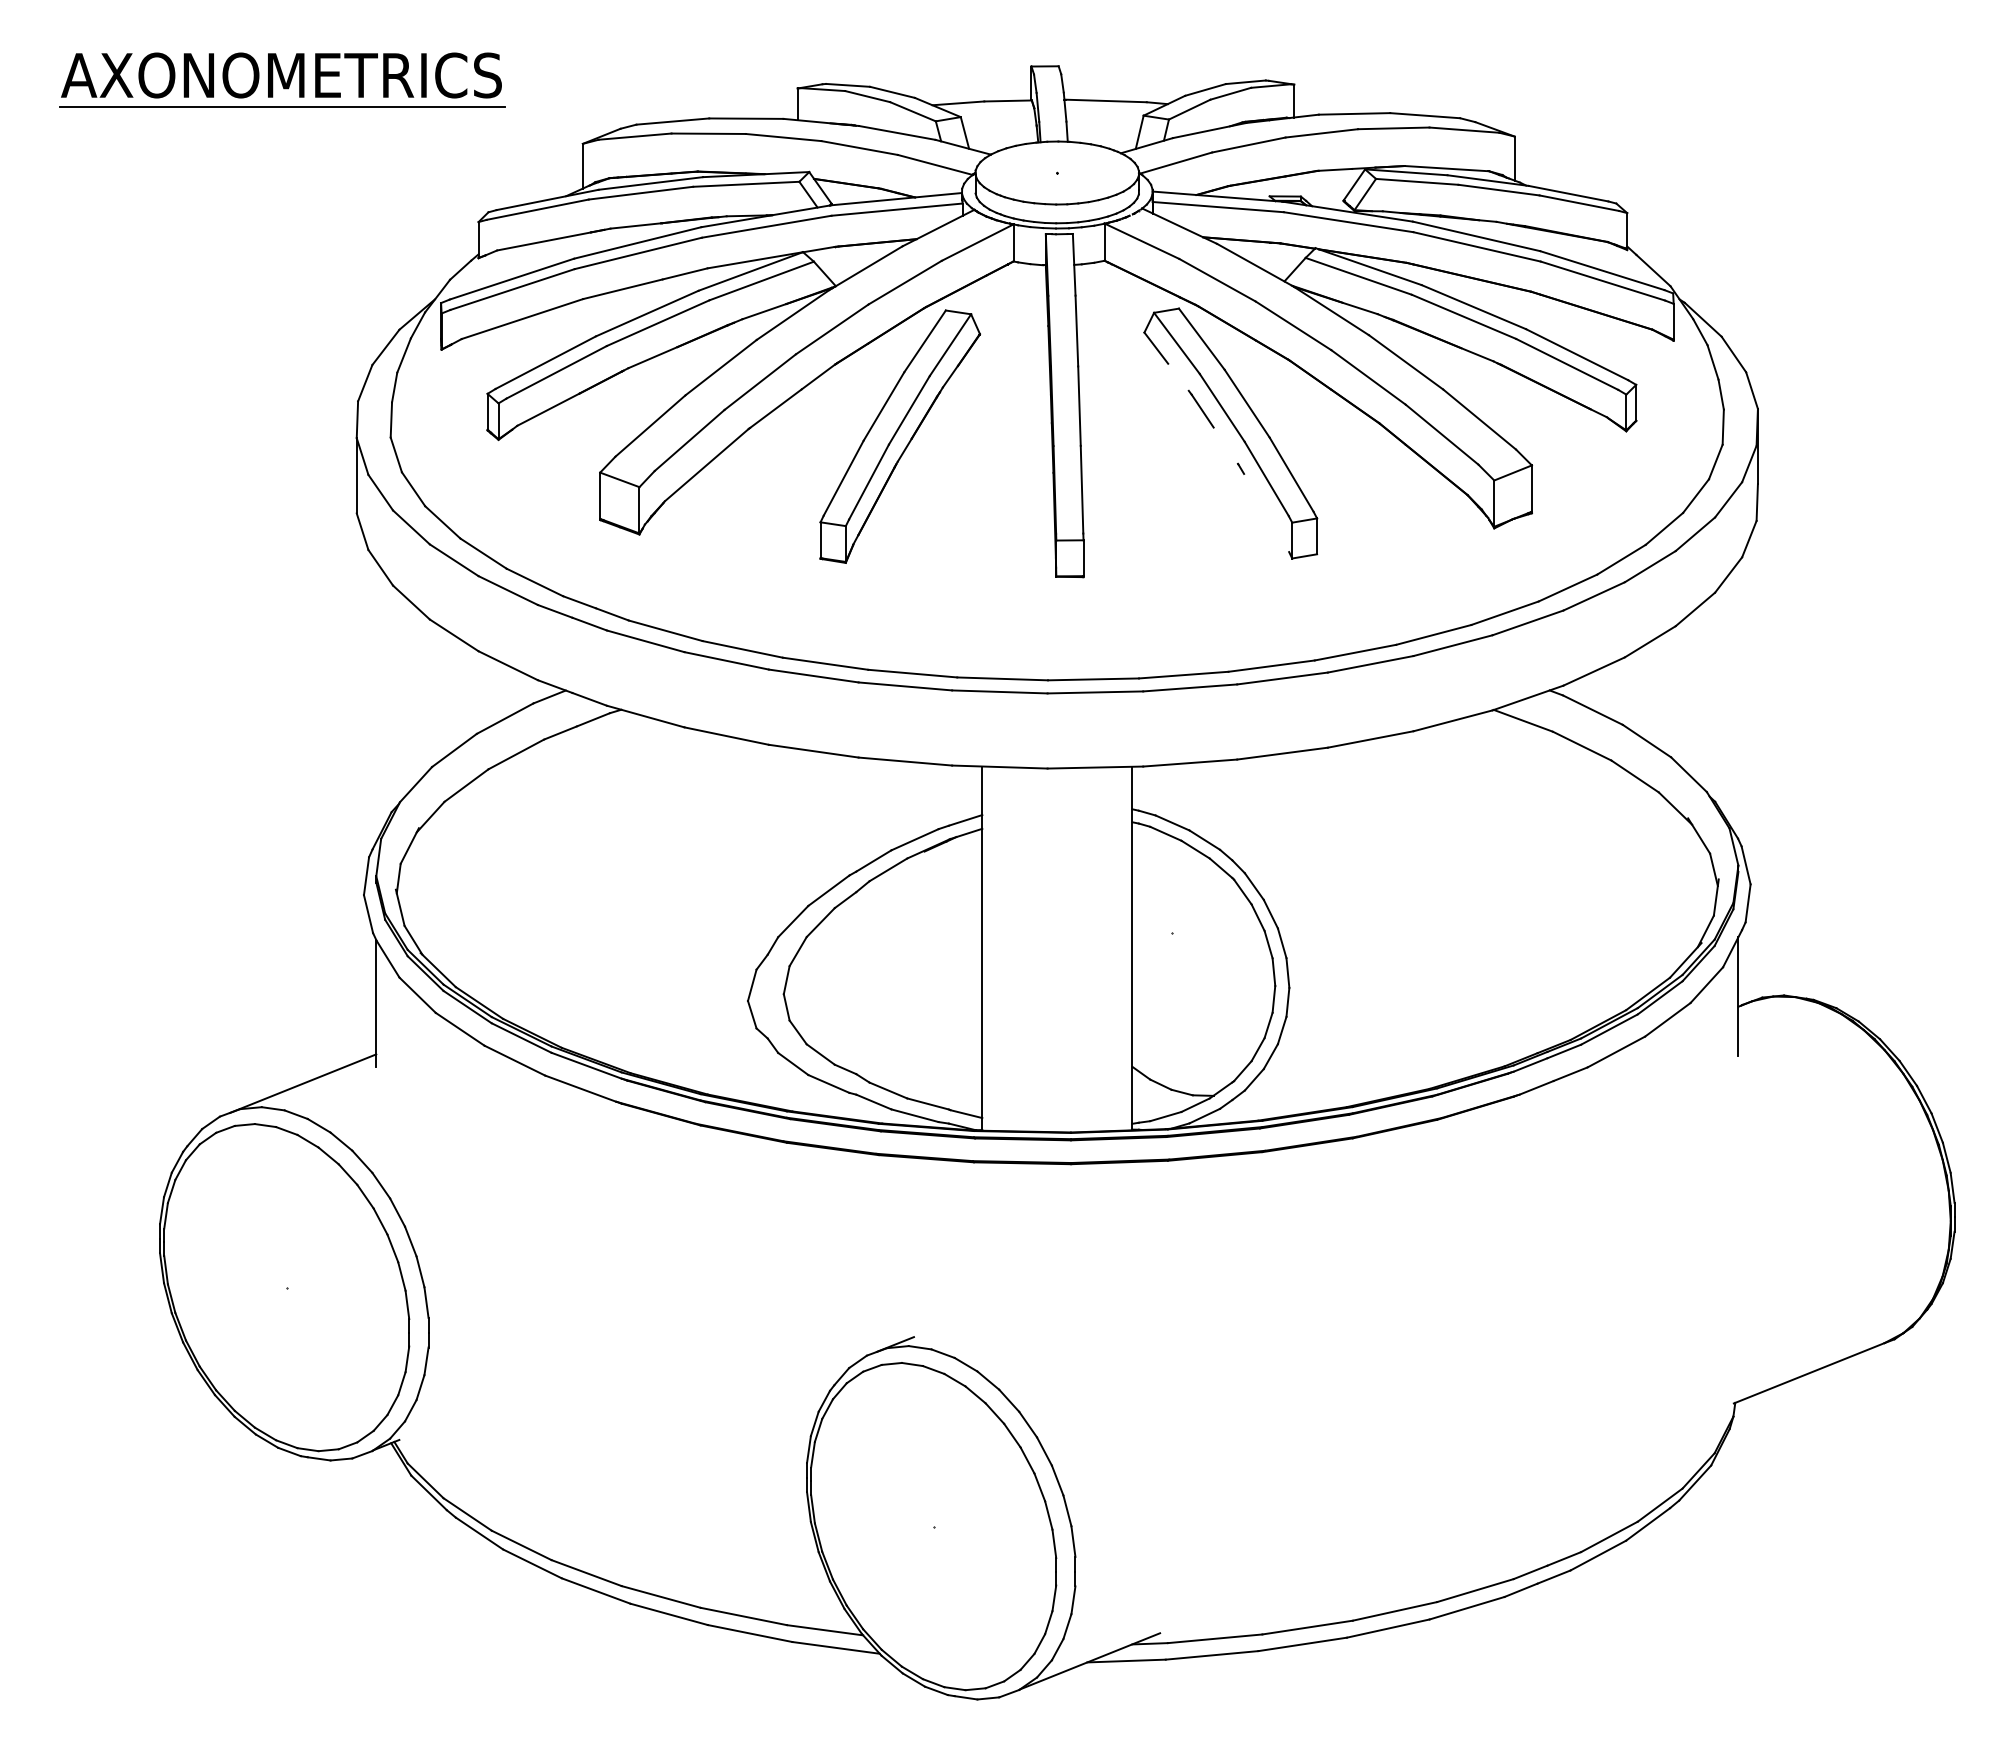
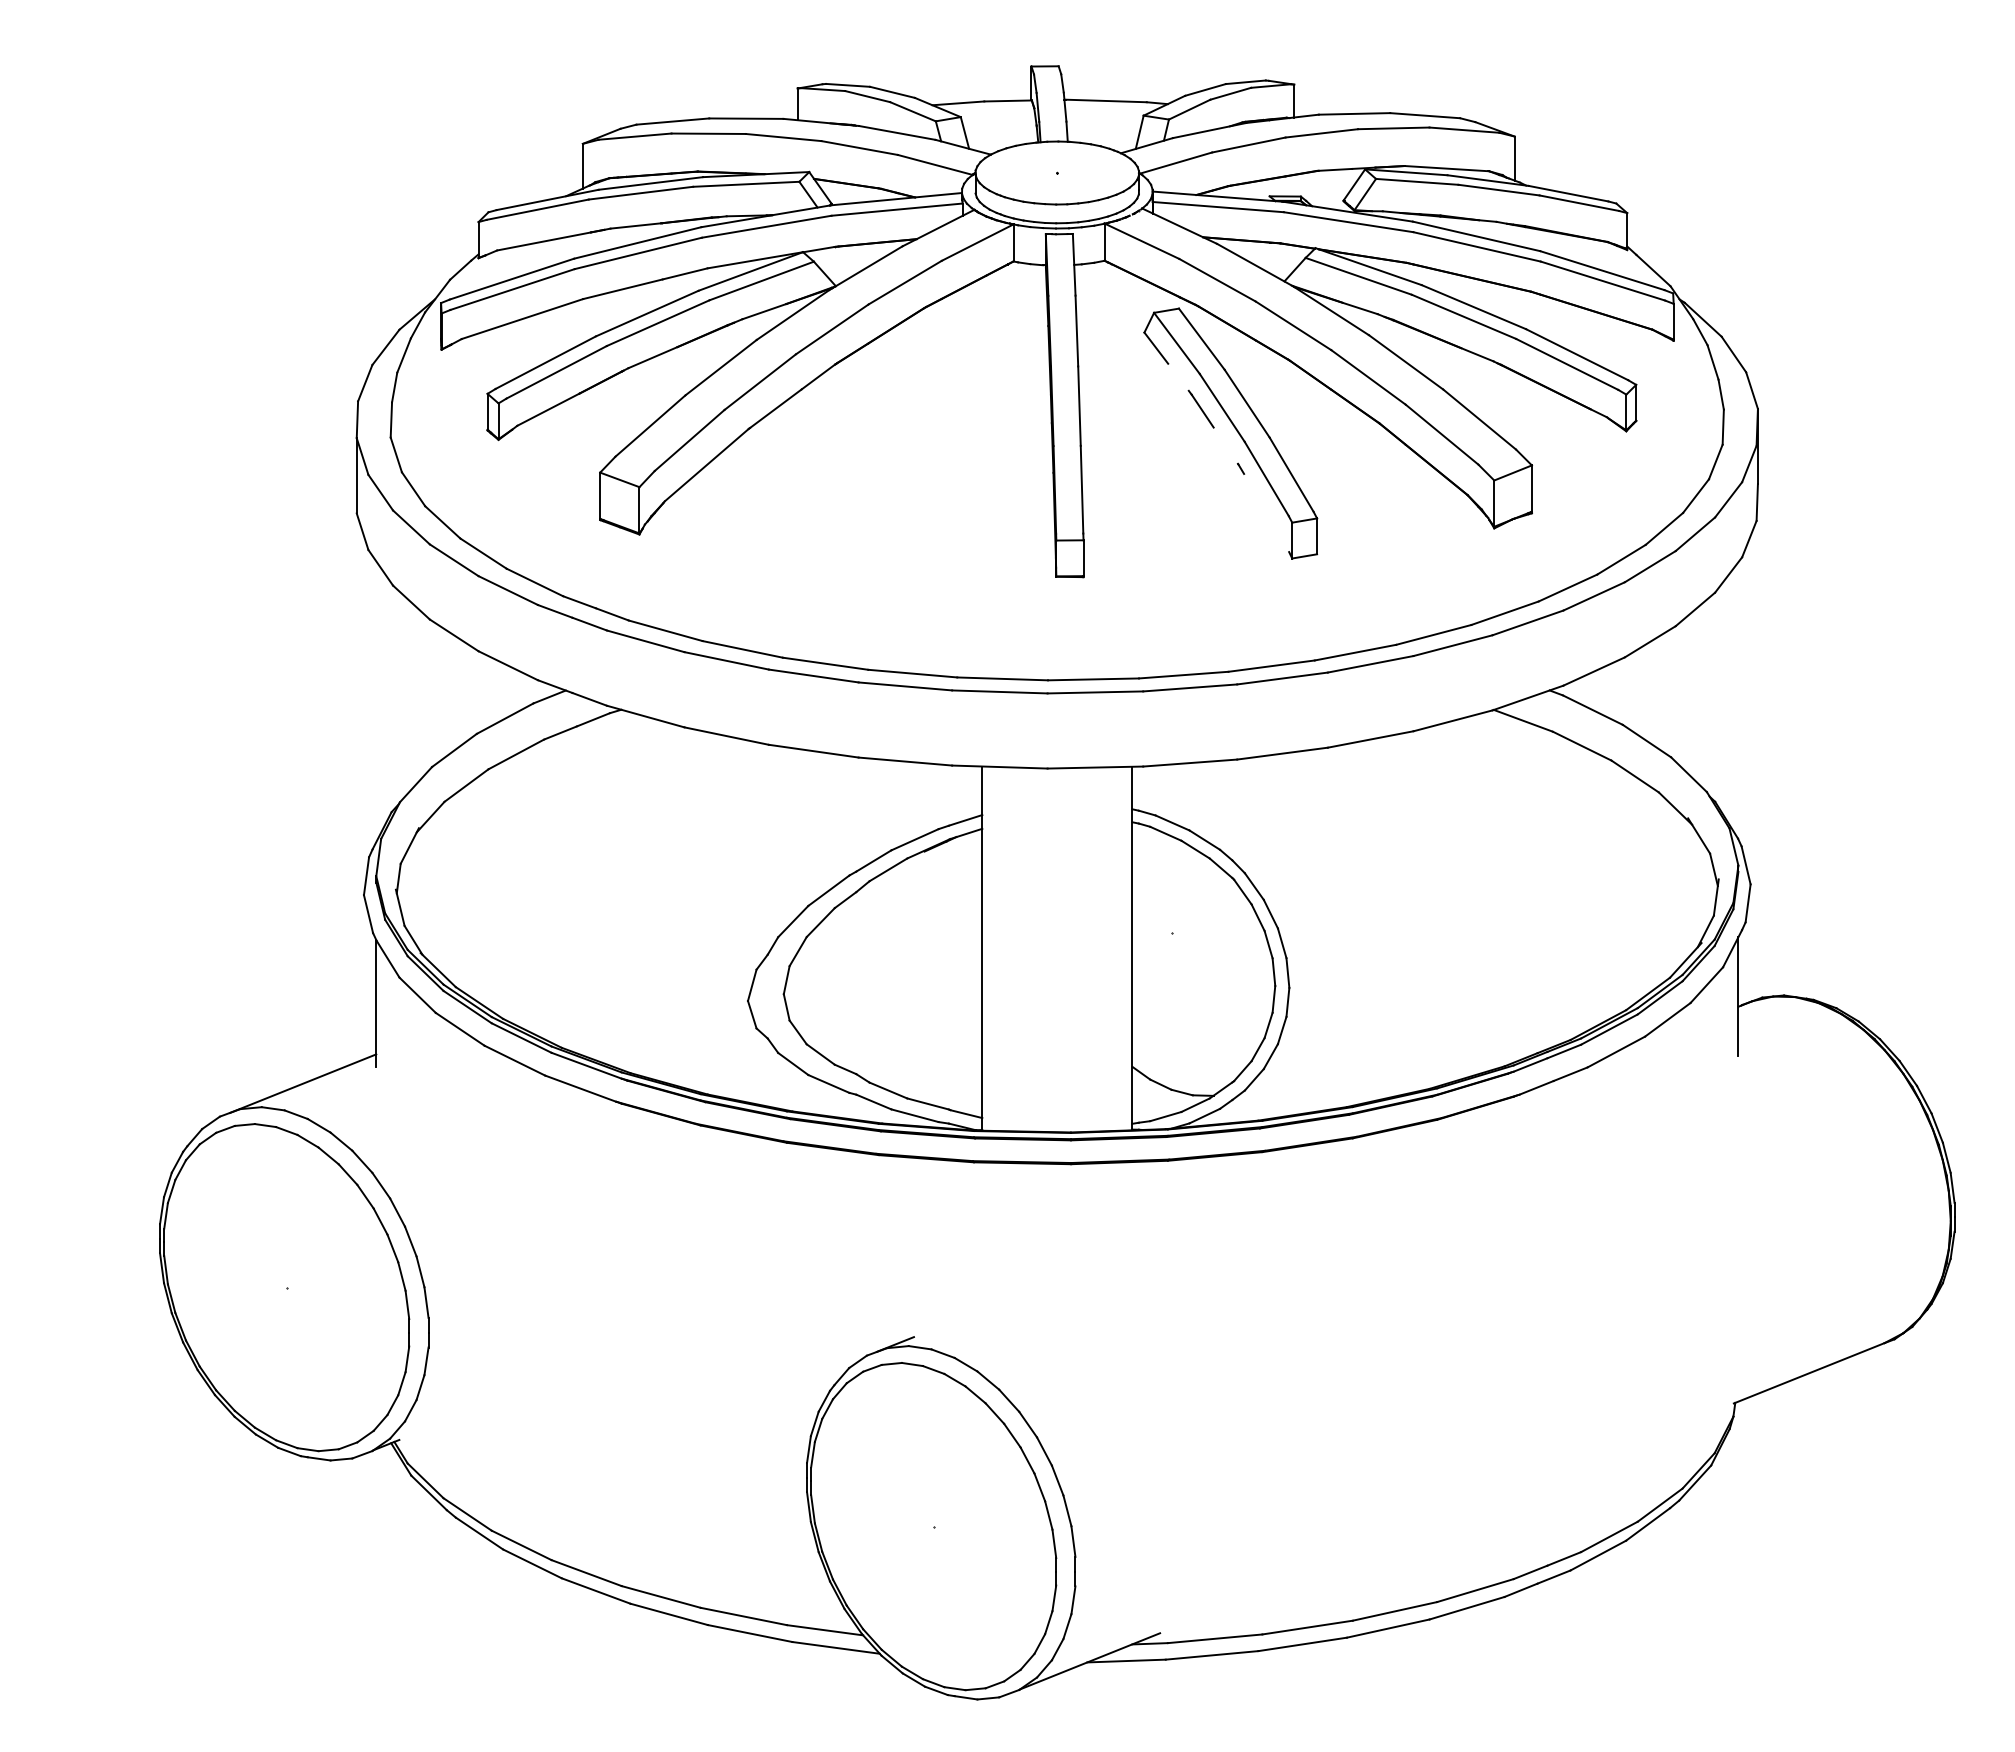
part at (282, 79): present -> none
part at (899, 436): present -> none
